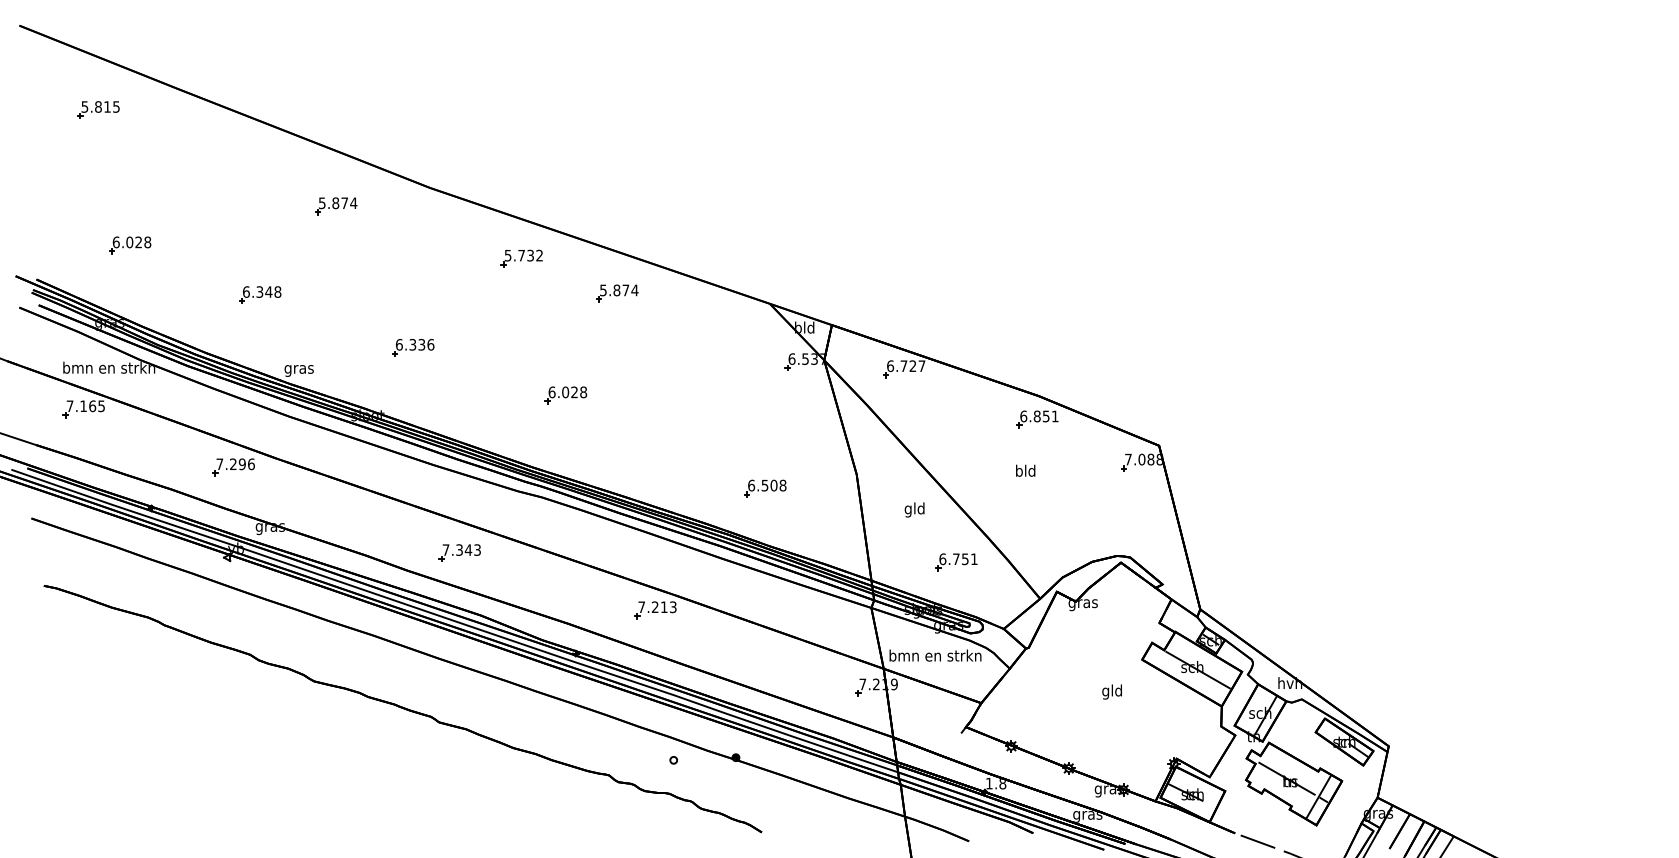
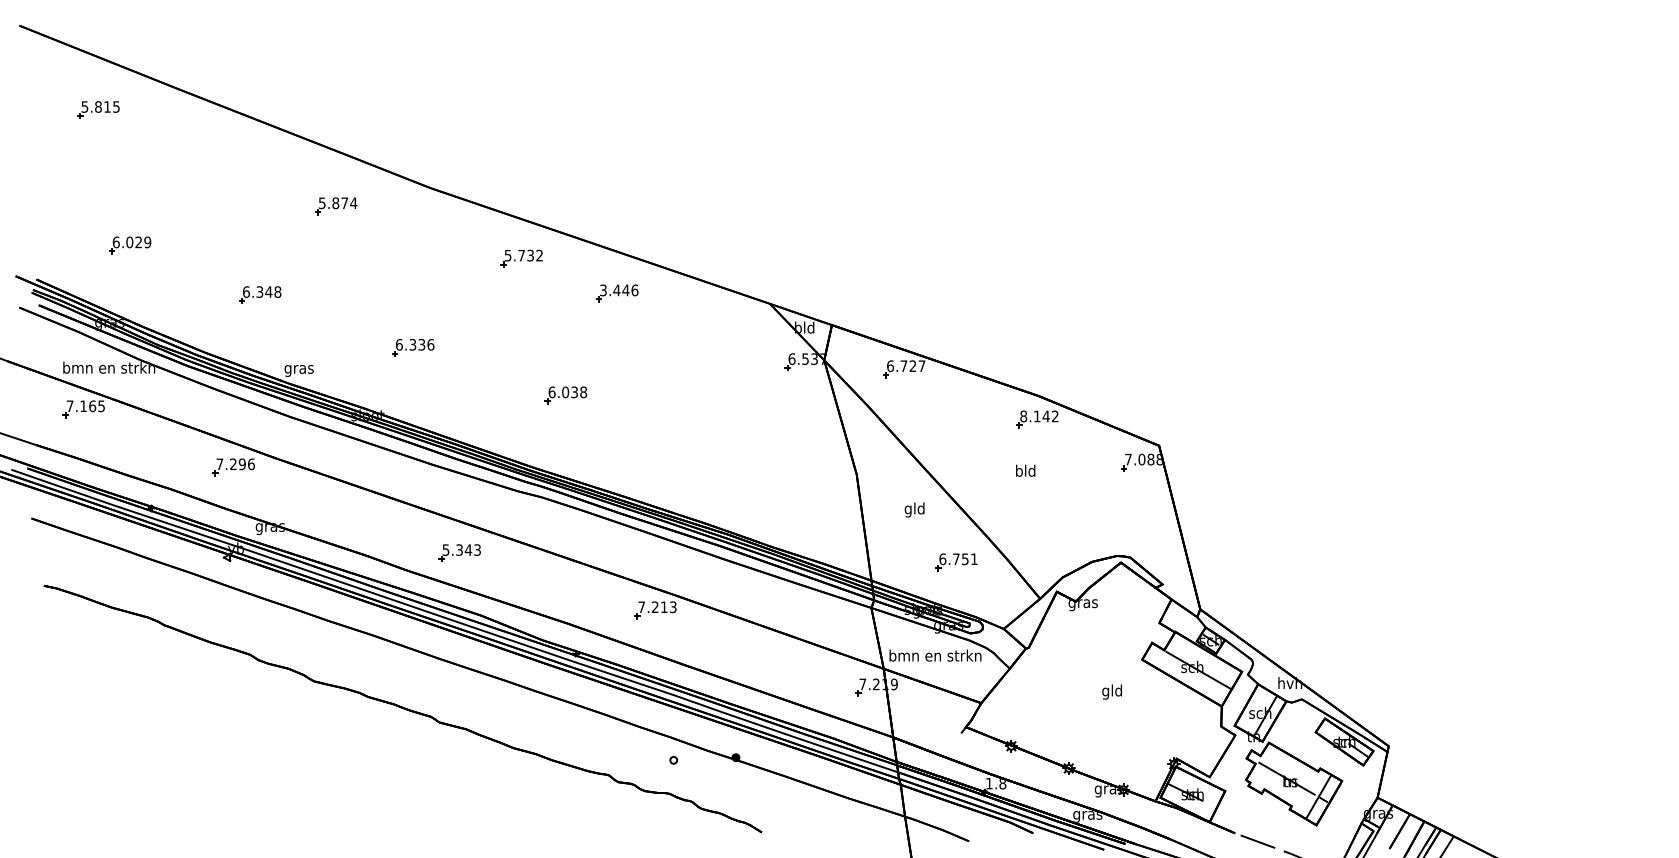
text at (147, 242): 6.028 -> 6.029
text at (619, 290): 5.874 -> 3.446
text at (574, 392): 6.028 -> 6.038
text at (1039, 416): 6.851 -> 8.142
part at (765, 488): present -> none
text at (445, 549): 7.343 -> 5.343
